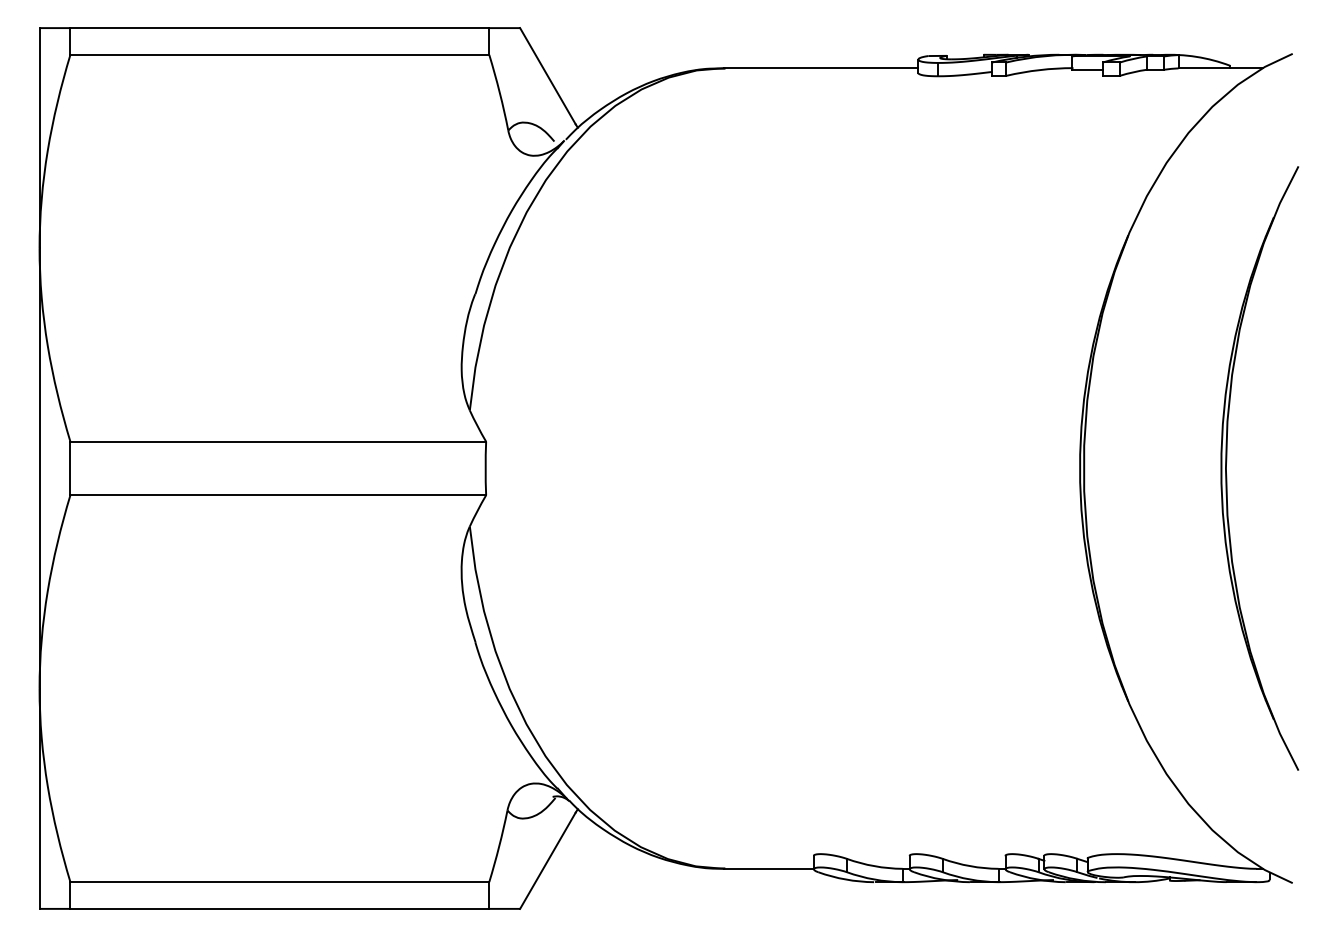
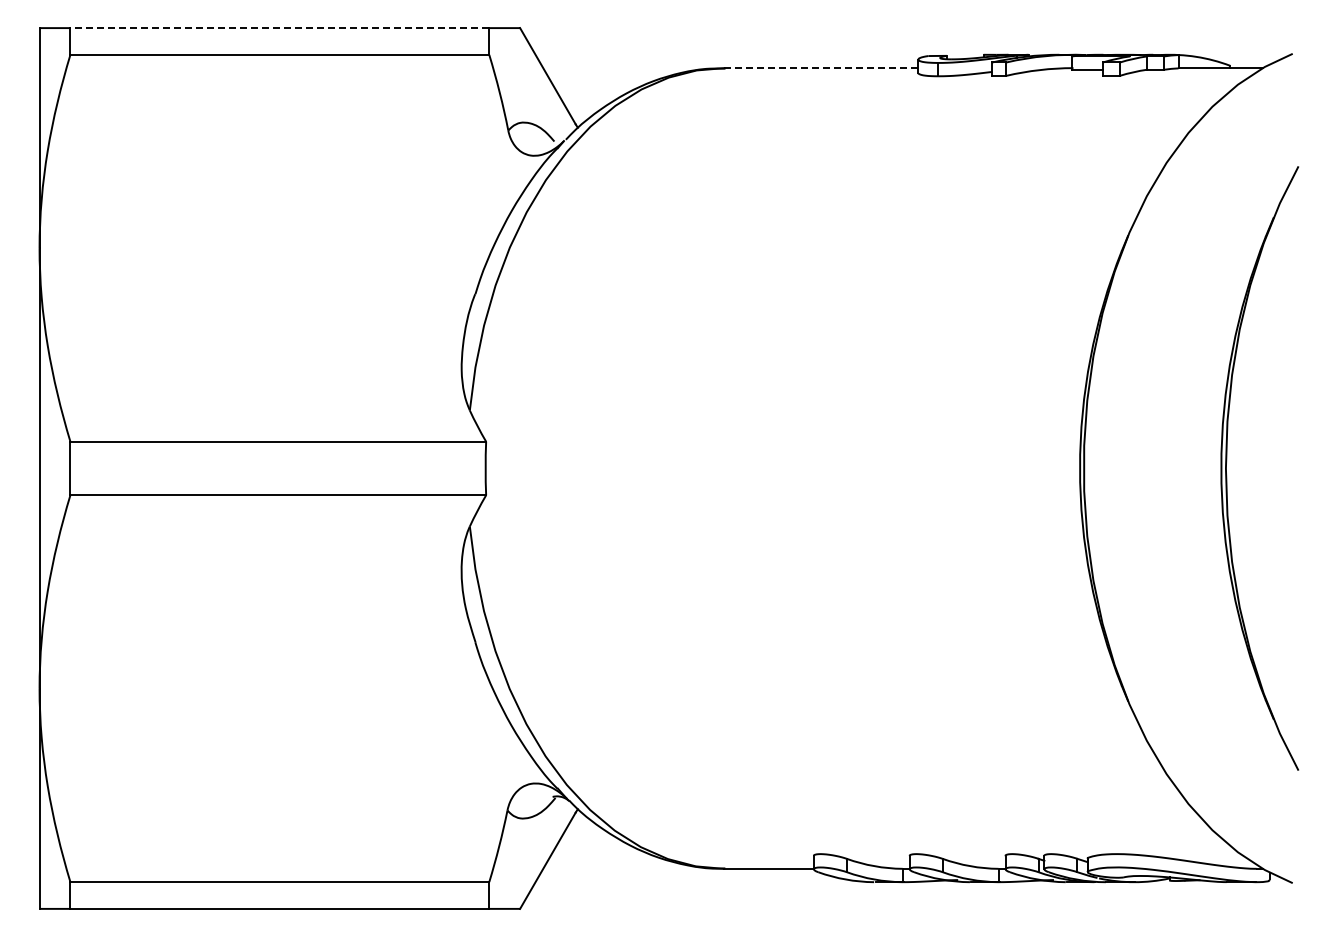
line at (279, 28): solid -> dashed
line at (821, 68): solid -> dashed
